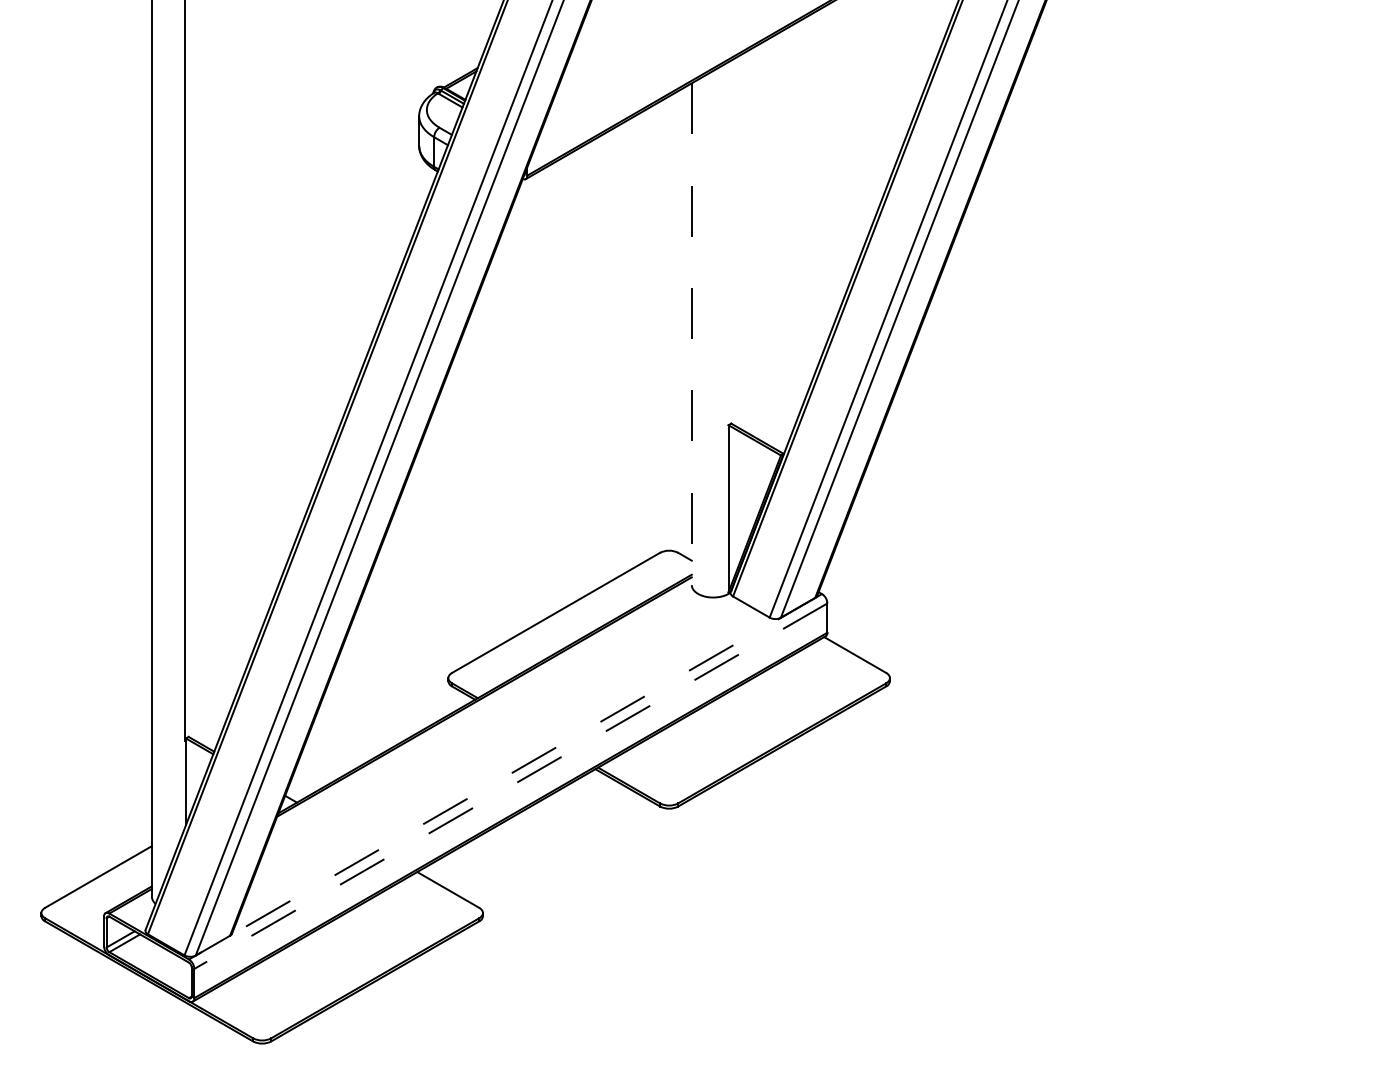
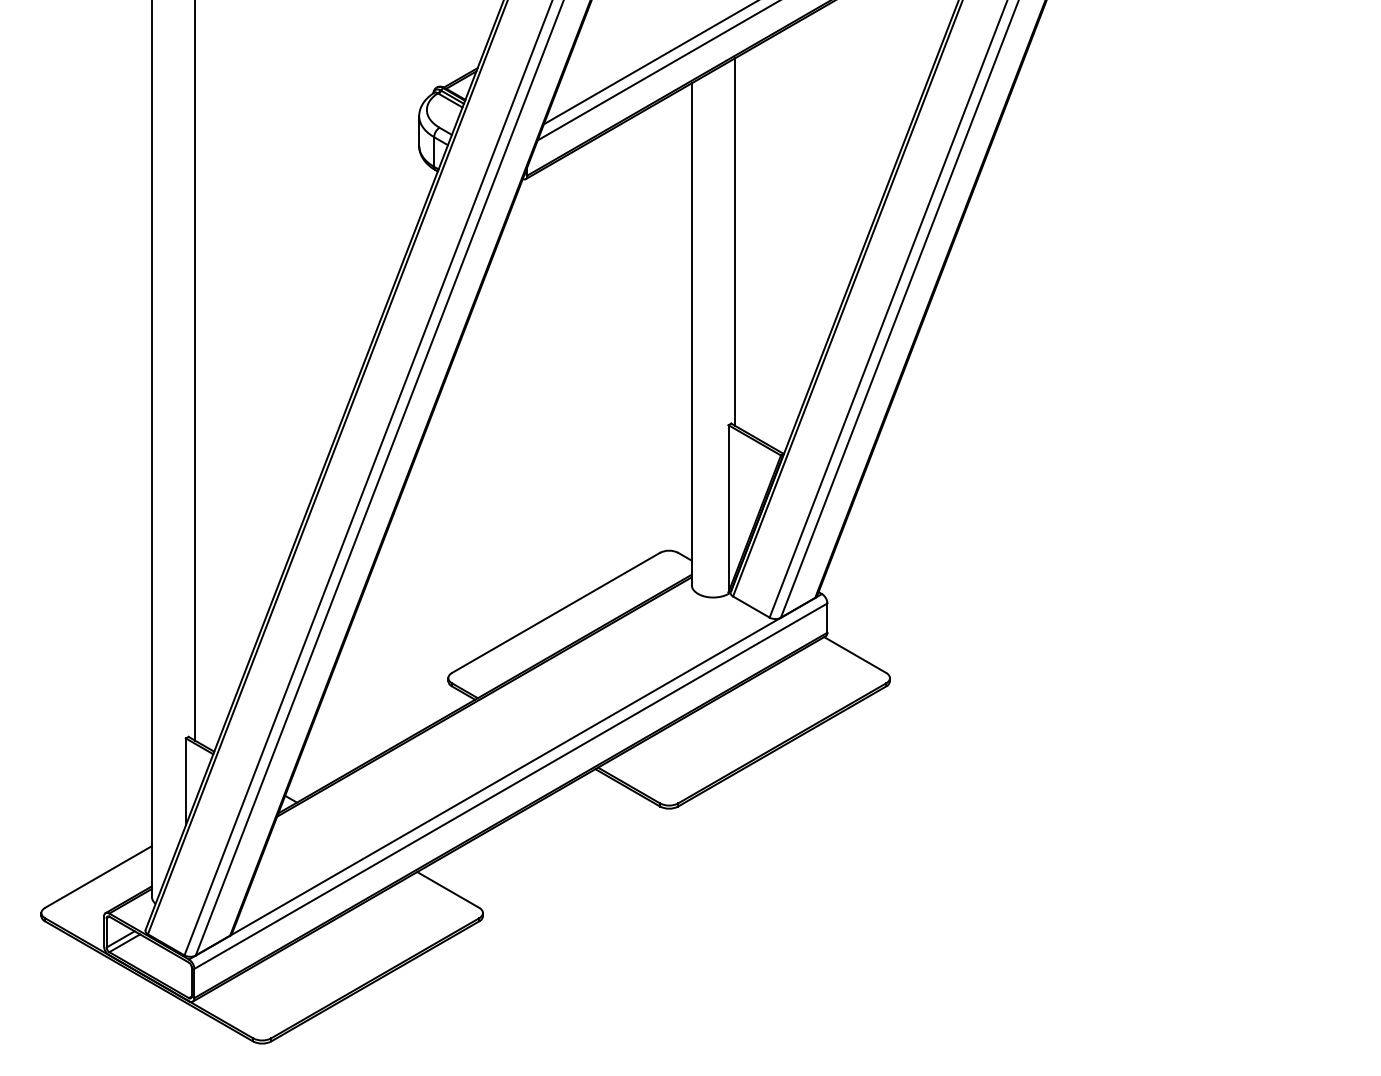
line at (649, 63): none -> present
line at (656, 71): none -> present
line at (734, 241): none -> present
line at (691, 334): dashed -> solid
line at (185, 371) position: (185, 371) -> (195, 371)
line at (505, 777): dashed -> solid
line at (510, 786): dashed -> solid
